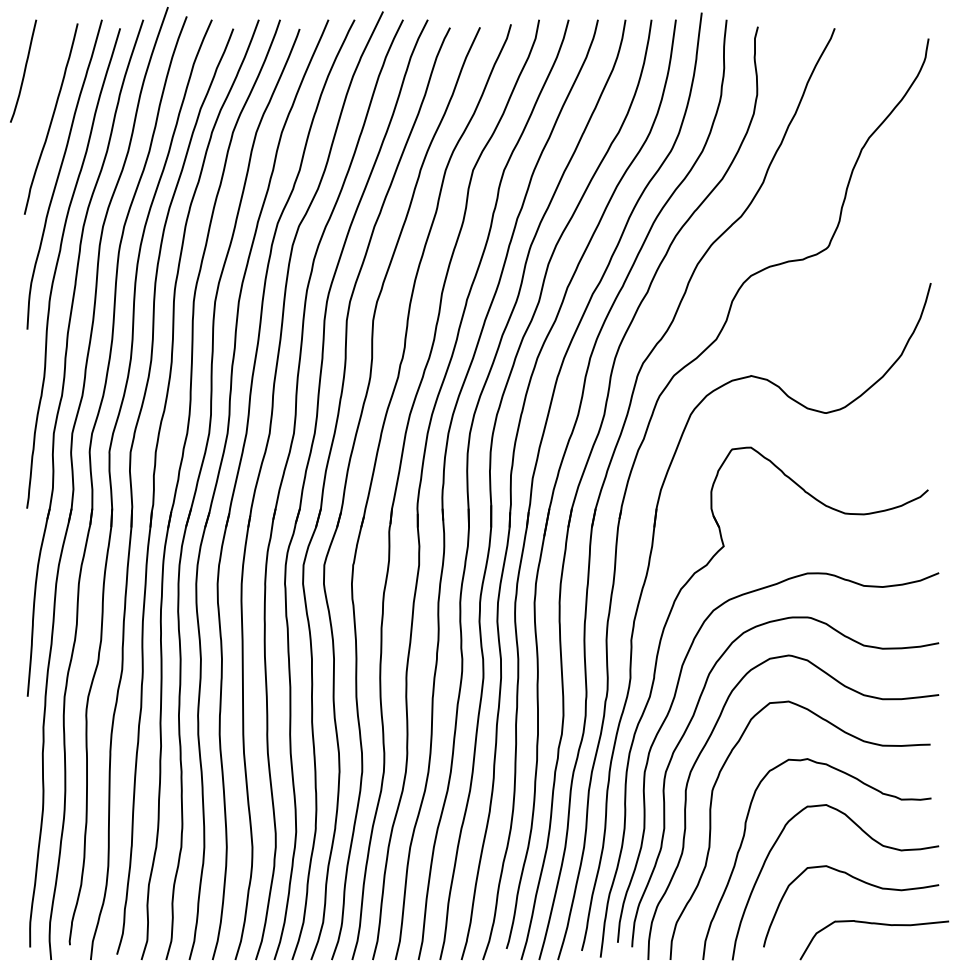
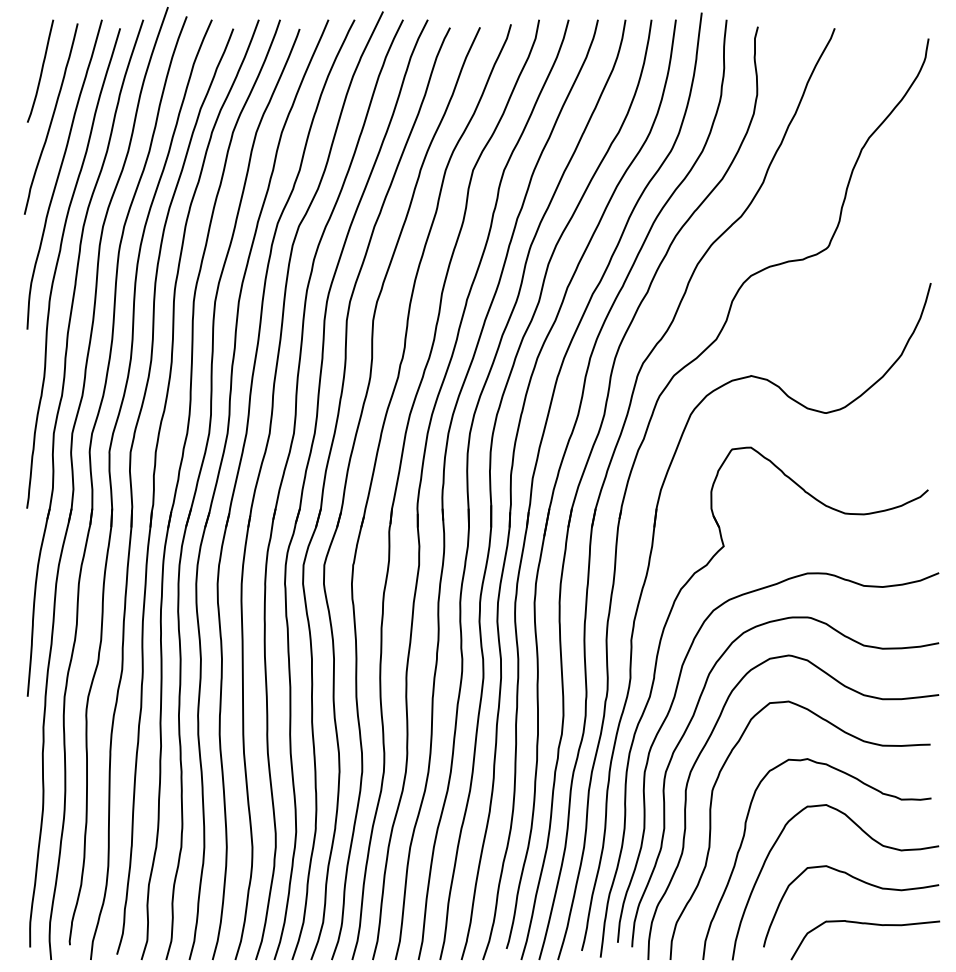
curve at (24, 70) position: (24, 70) -> (41, 70)
curve at (874, 924) position: (874, 924) -> (865, 924)
